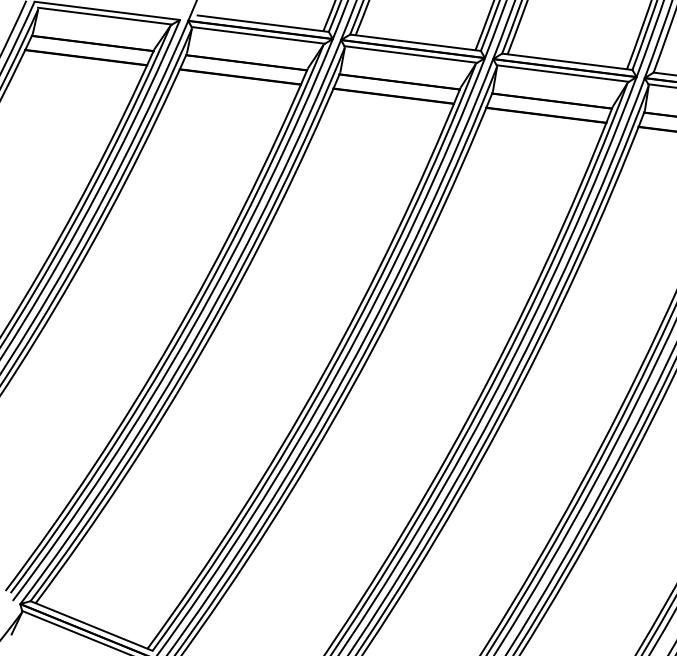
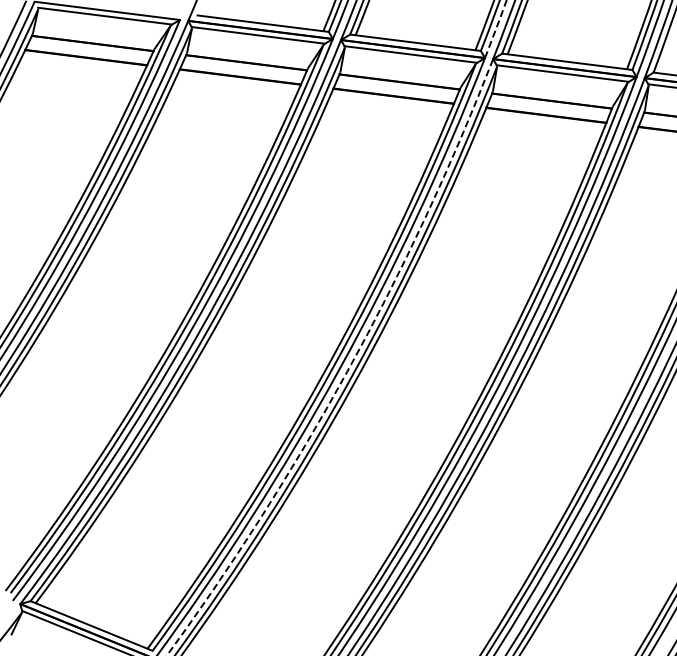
arc at (496, 28): solid -> dashed
arc at (349, 367): solid -> dashed
